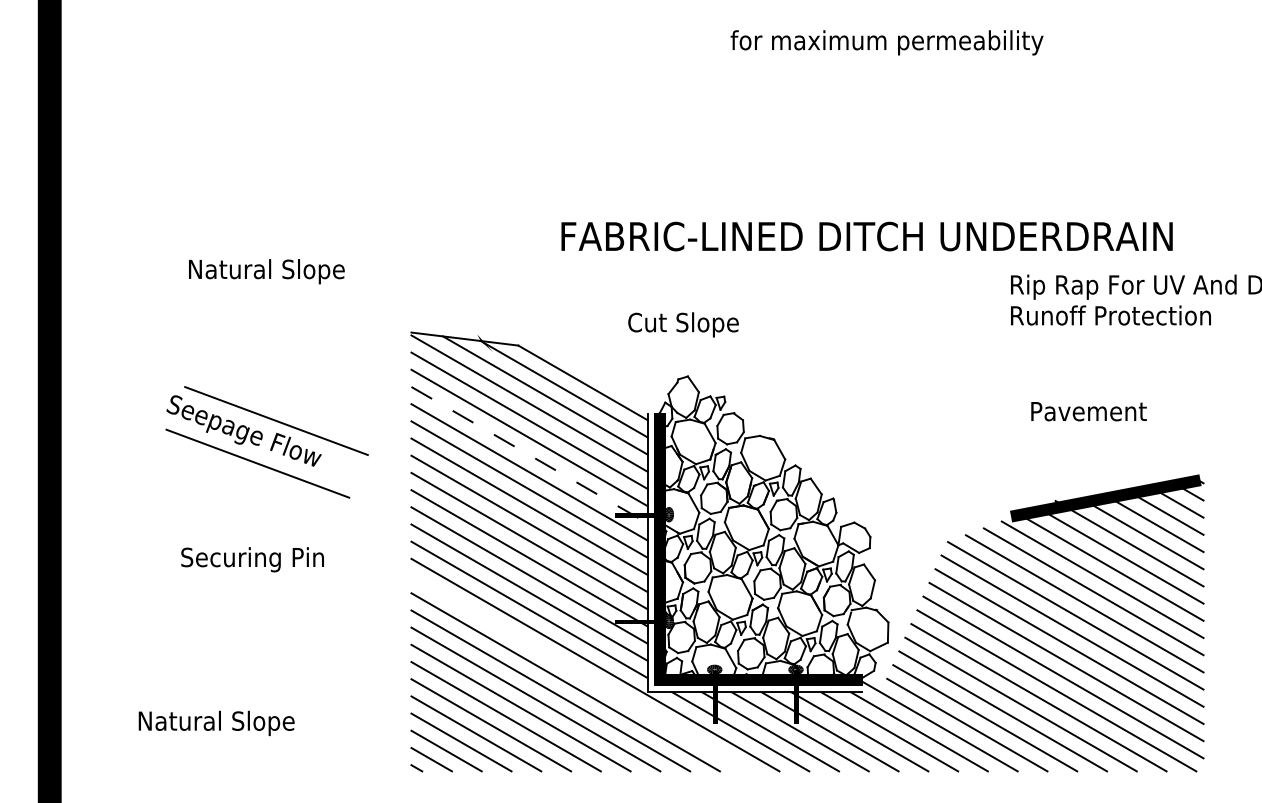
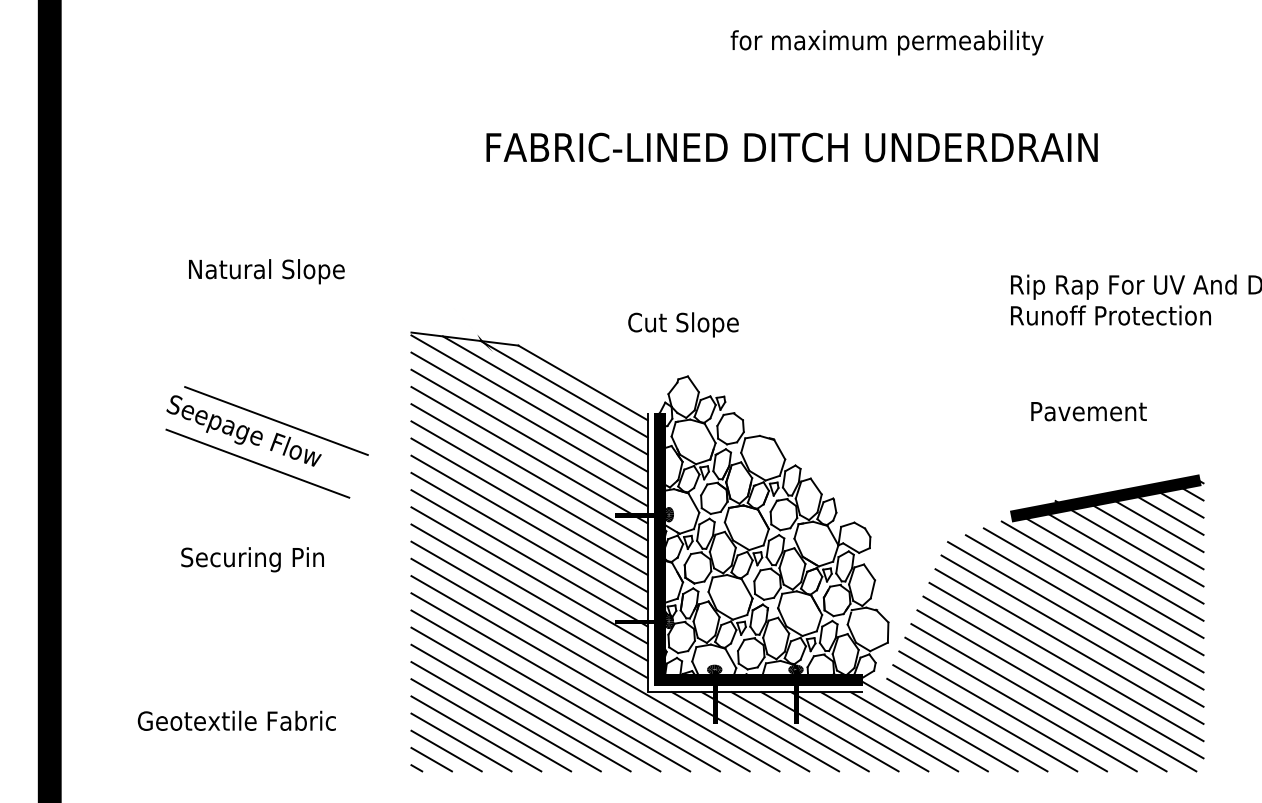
text at (866, 236) position: (866, 236) -> (791, 147)
line at (530, 455): dashed -> solid
line at (580, 673): none -> present
text at (236, 723): Natural Slope -> Geotextile Fabric
